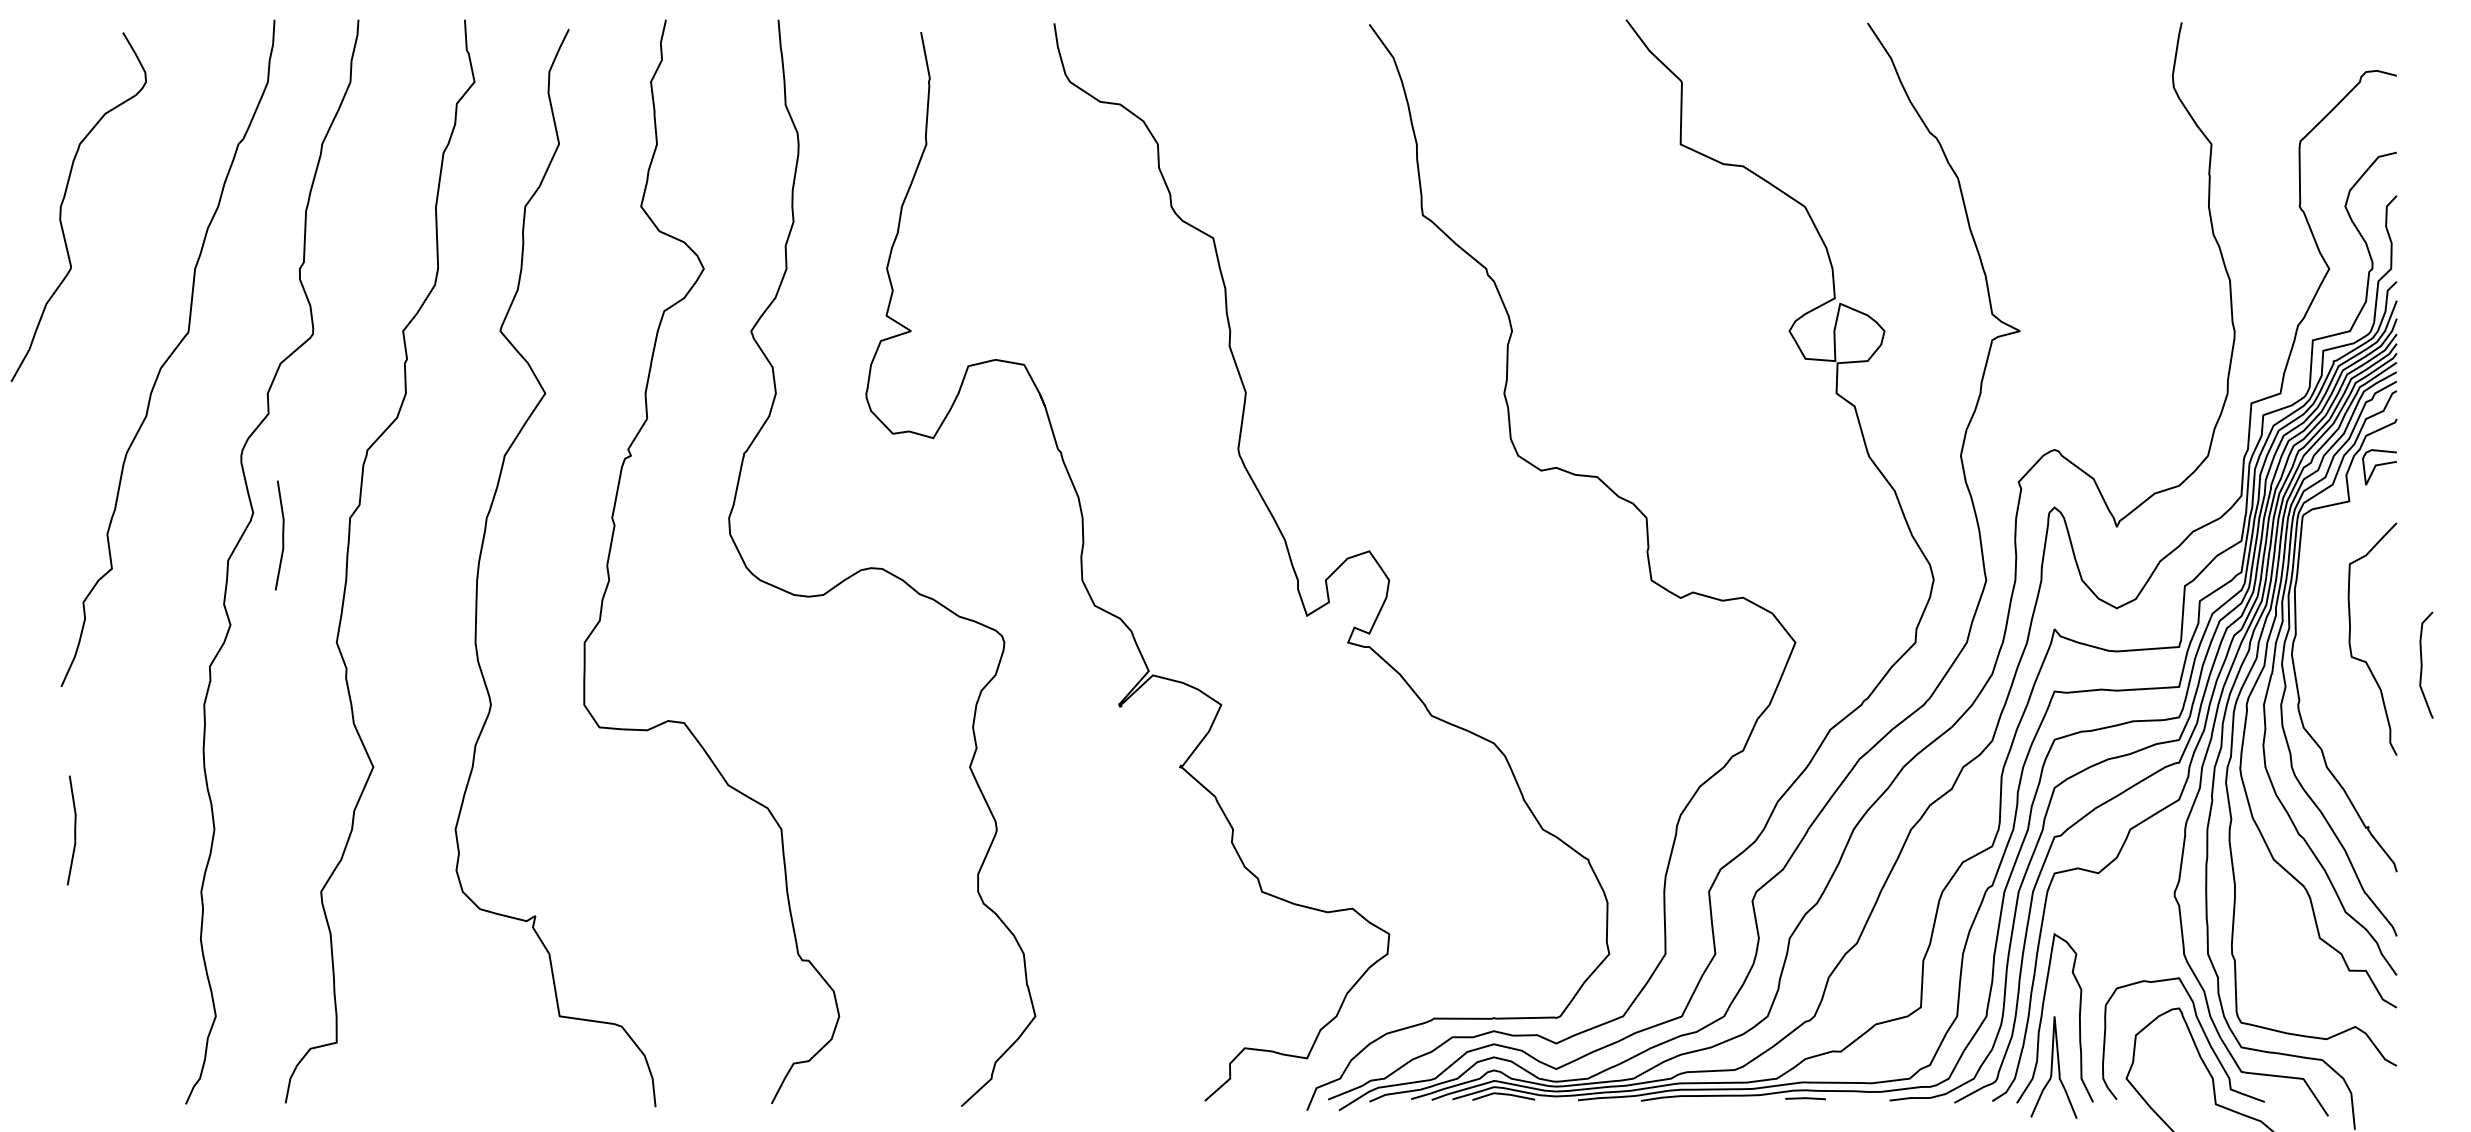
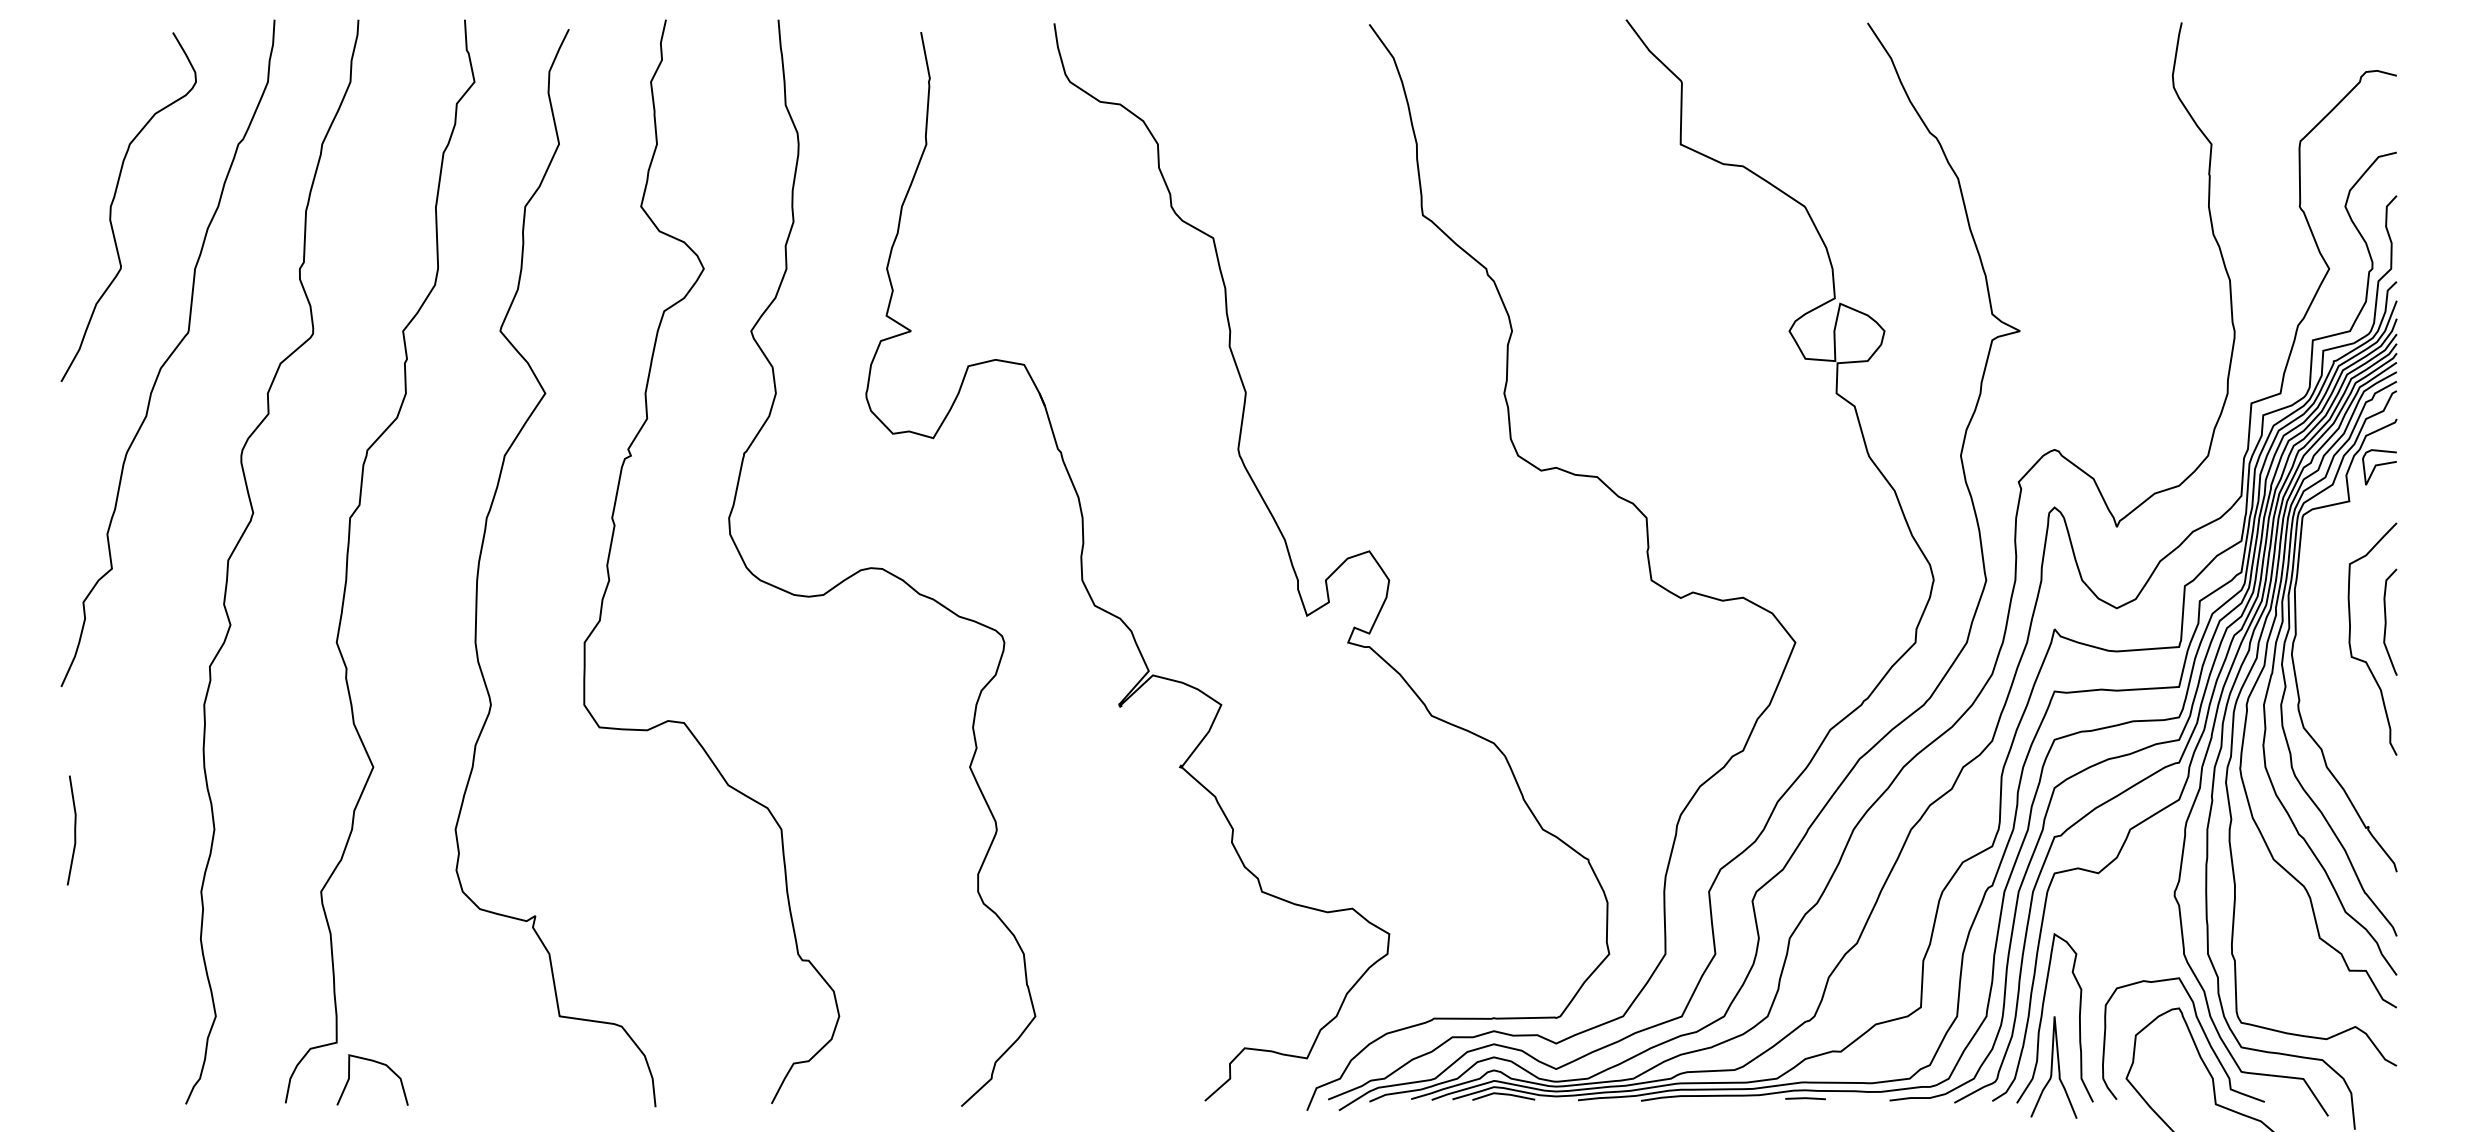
curve at (63, 202) position: (63, 202) -> (113, 202)
line at (282, 535): present -> none
curve at (2422, 664) position: (2422, 664) -> (2386, 621)
curve at (377, 1063): none -> present
